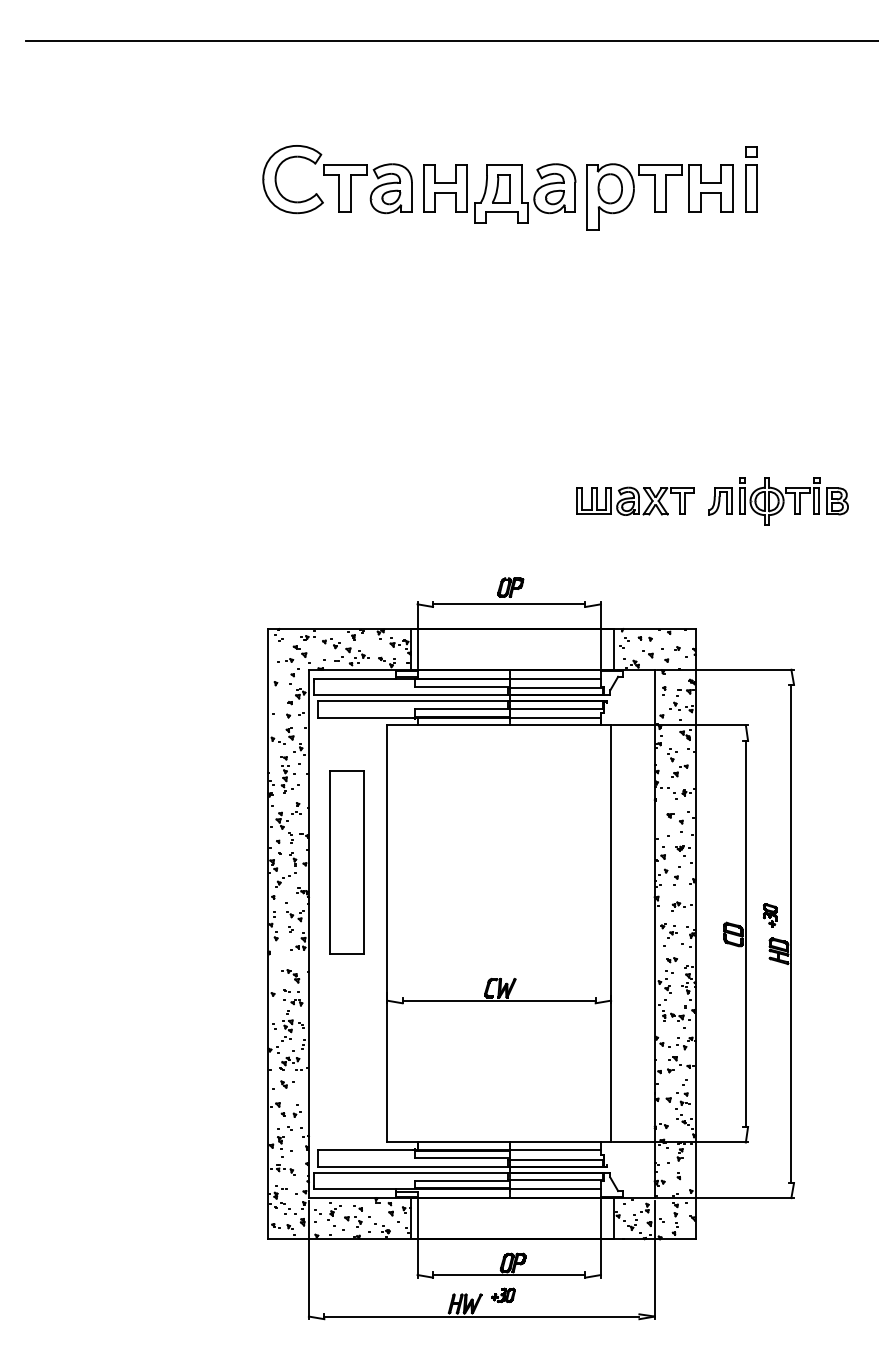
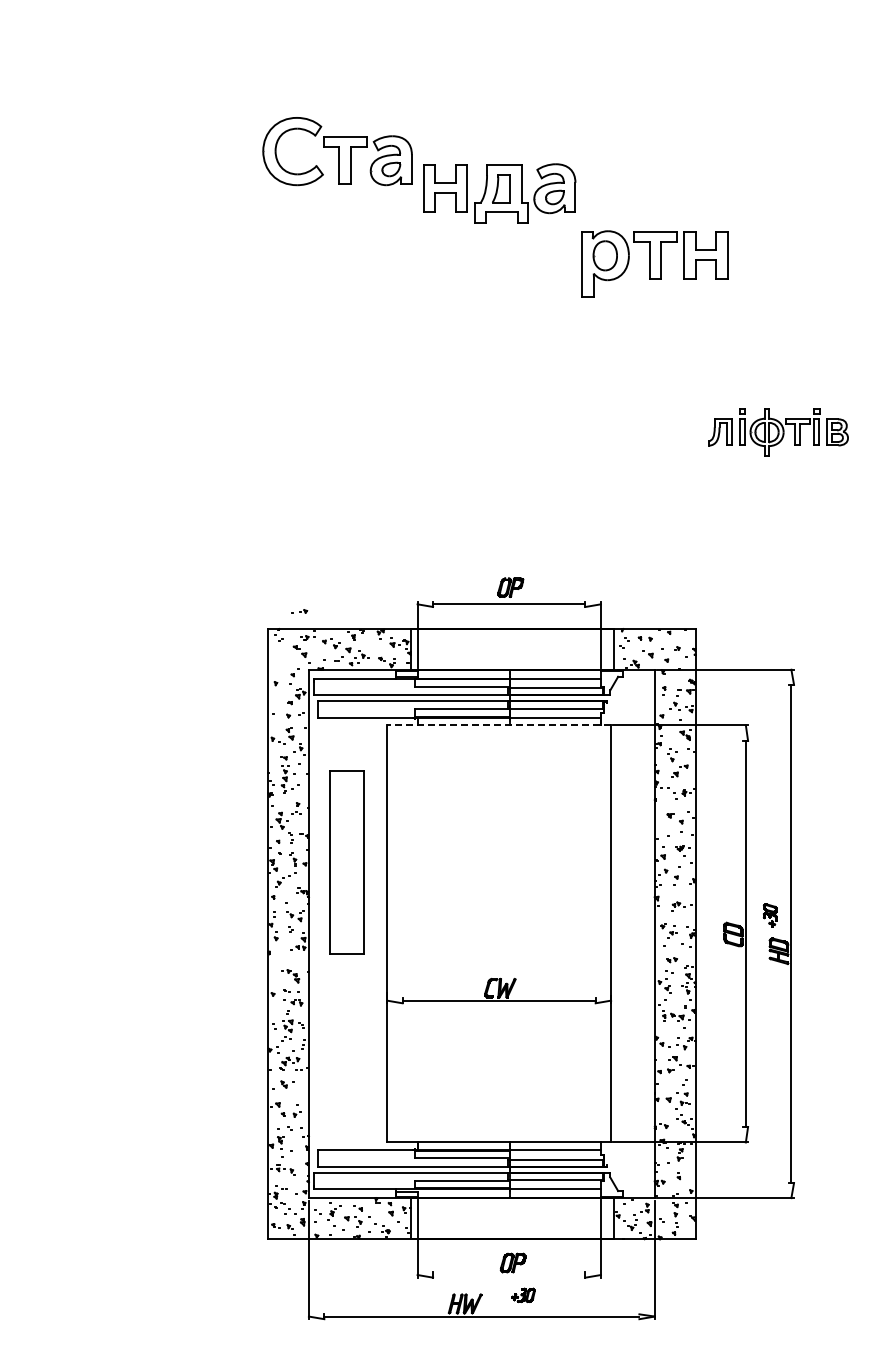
line at (450, 40): present -> none
part at (337, 179) position: (337, 179) -> (337, 151)
part at (751, 179): present -> none
part at (659, 196) position: (659, 196) -> (654, 263)
part at (635, 500): present -> none
part at (778, 501) position: (778, 501) -> (778, 432)
part at (285, 660) position: (285, 660) -> (299, 611)
line at (498, 725): solid -> dashed
line at (509, 1275): present -> none
part at (503, 1294) position: (503, 1294) -> (523, 1294)
